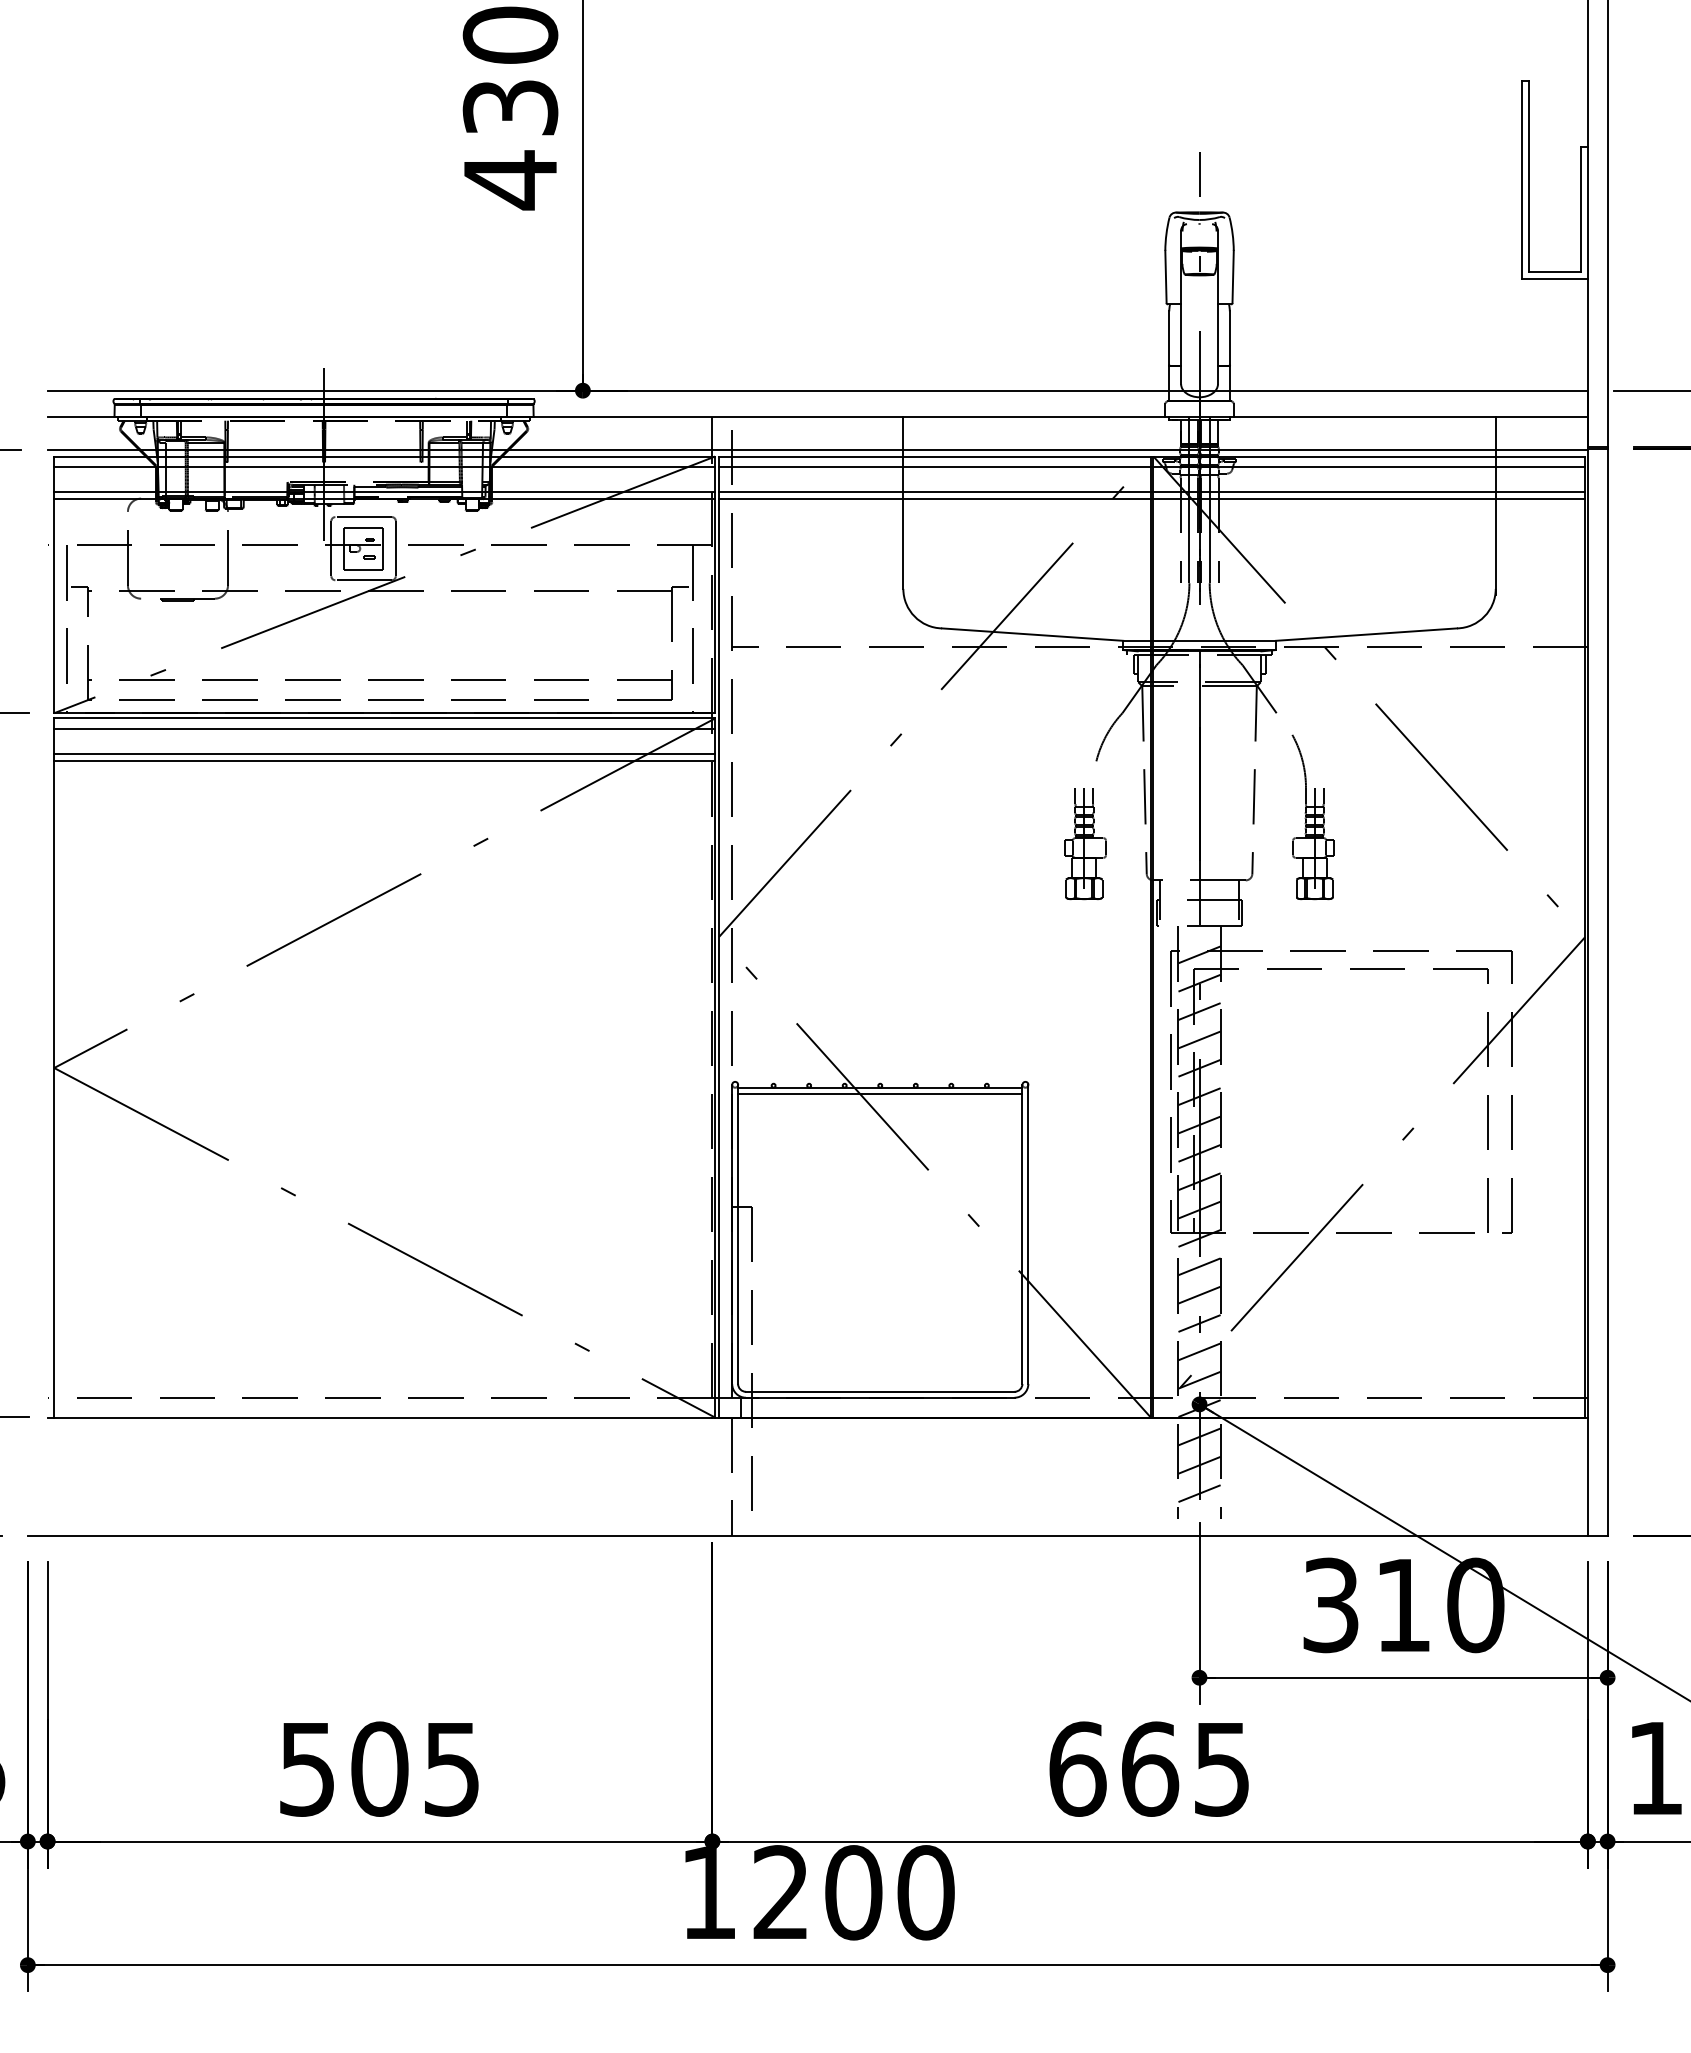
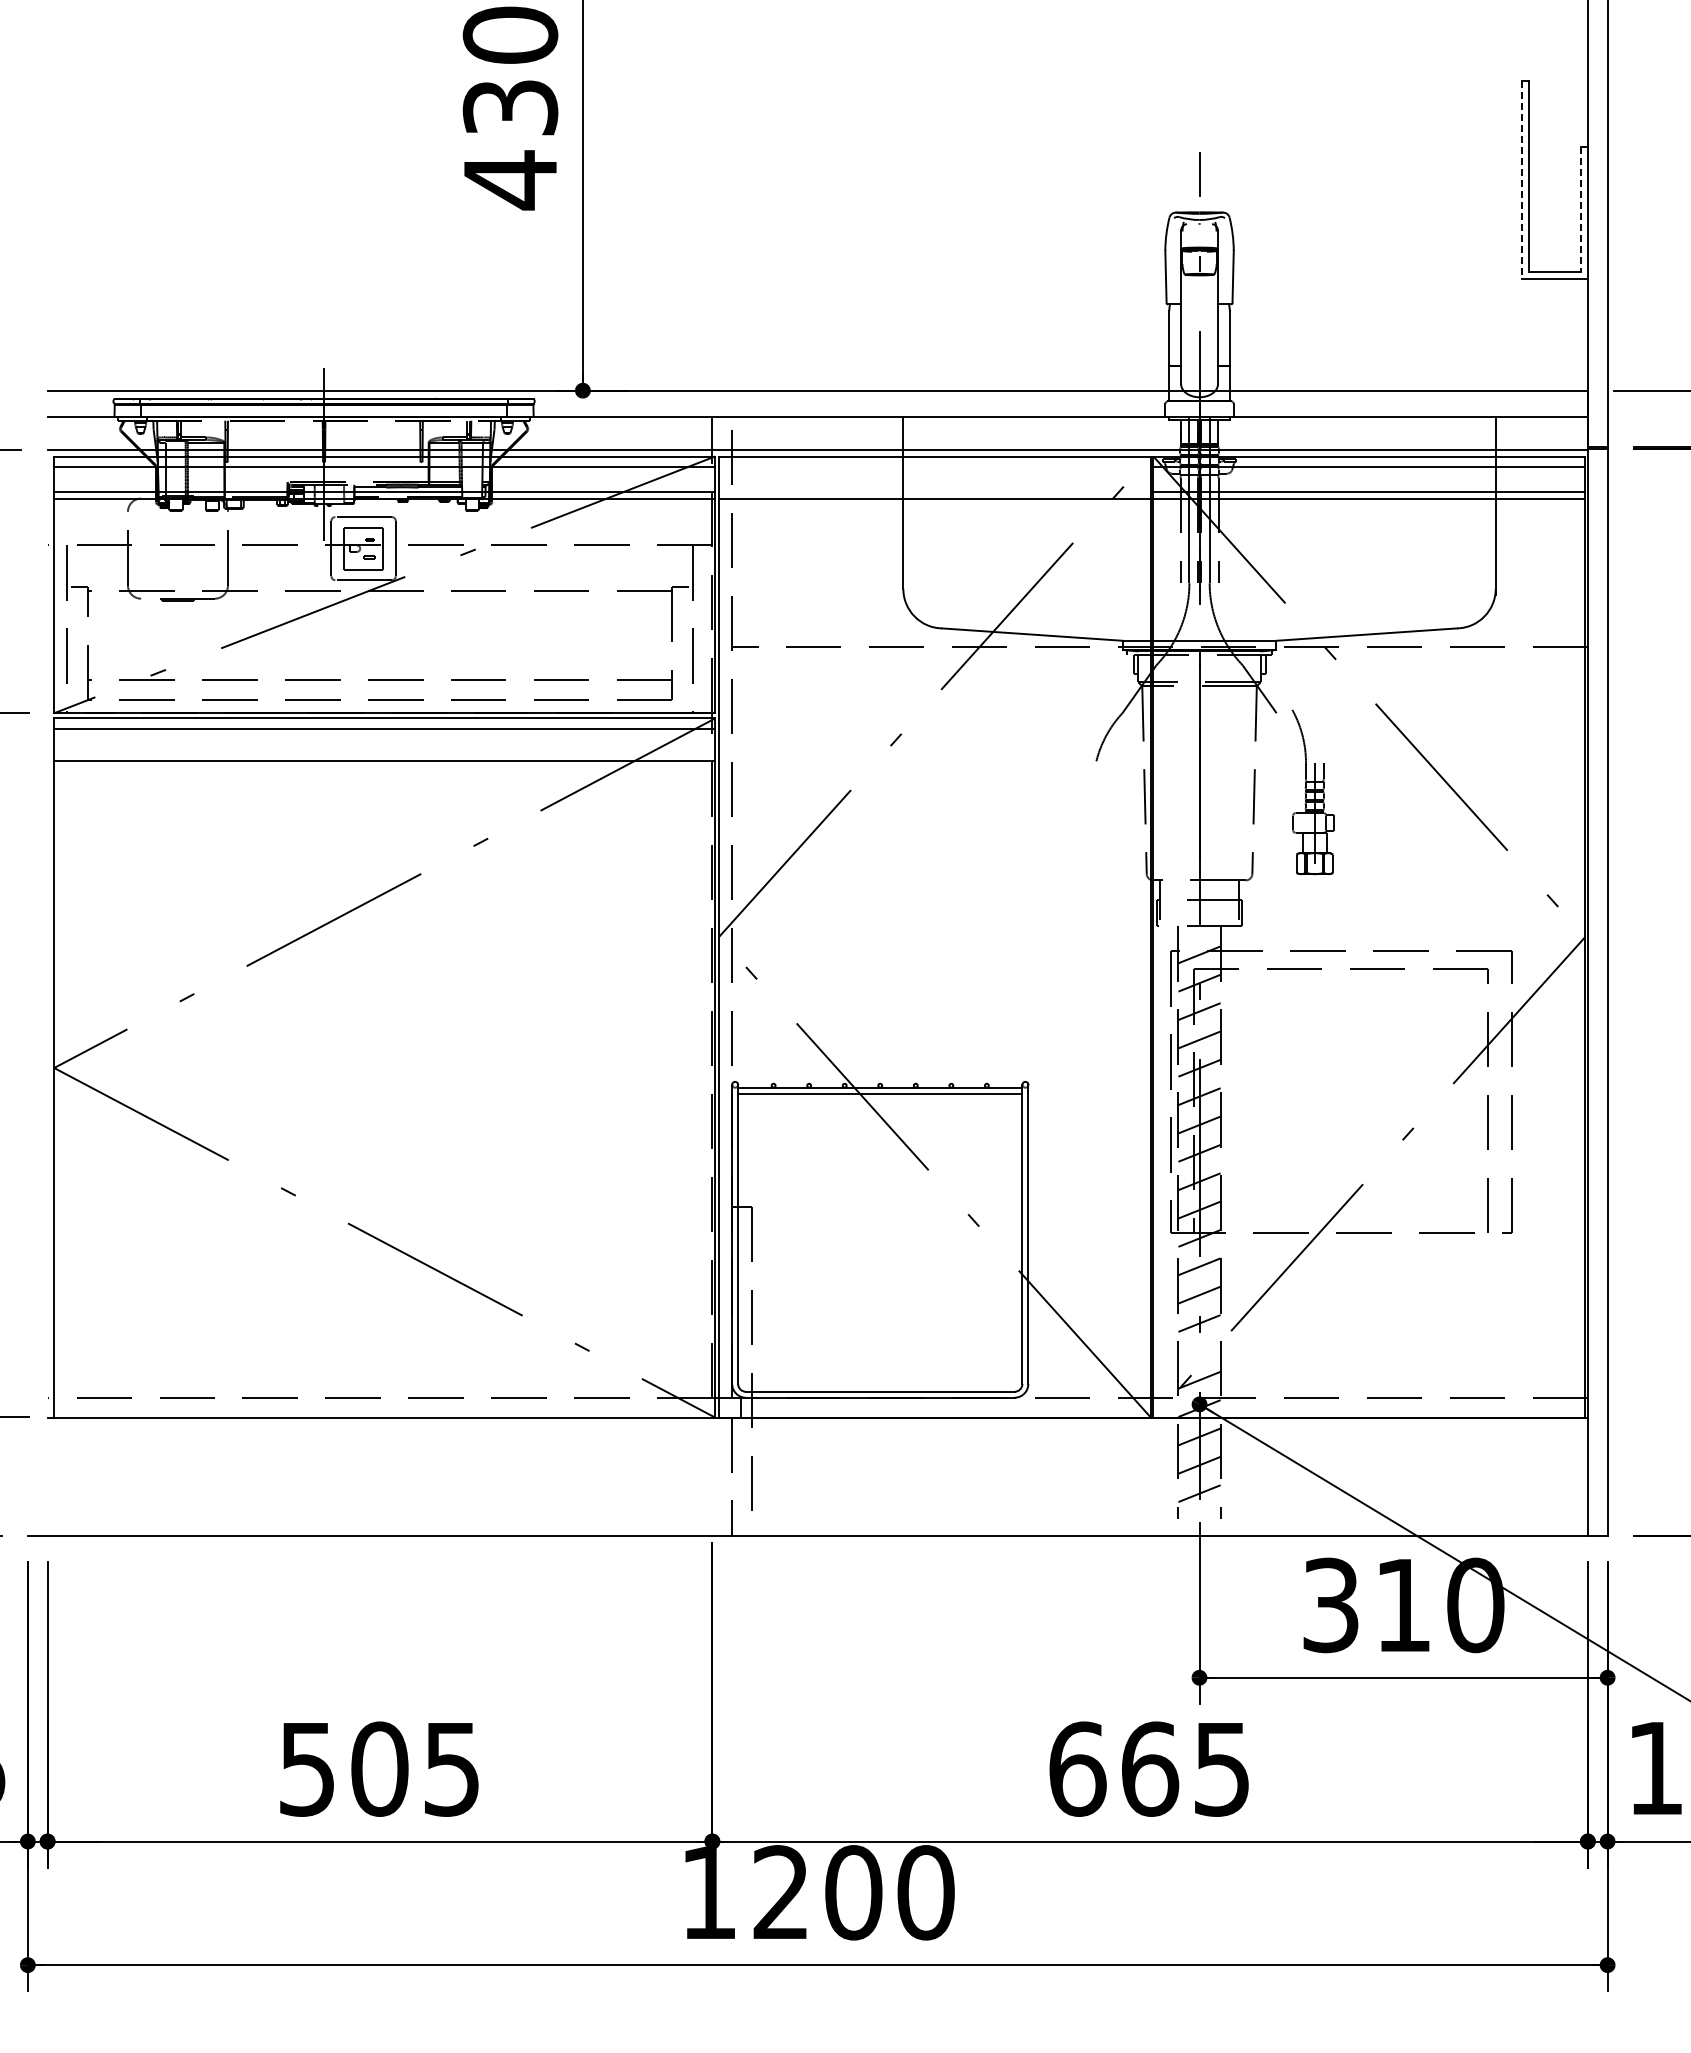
line at (1522, 180): solid -> dashed
line at (1581, 209): solid -> dashed
line at (934, 467): present -> none
line at (934, 492): present -> none
line at (384, 754): present -> none
part at (1312, 817) position: (1312, 817) -> (1312, 792)
part at (1085, 844): present -> none
line at (1199, 1351): present -> none
